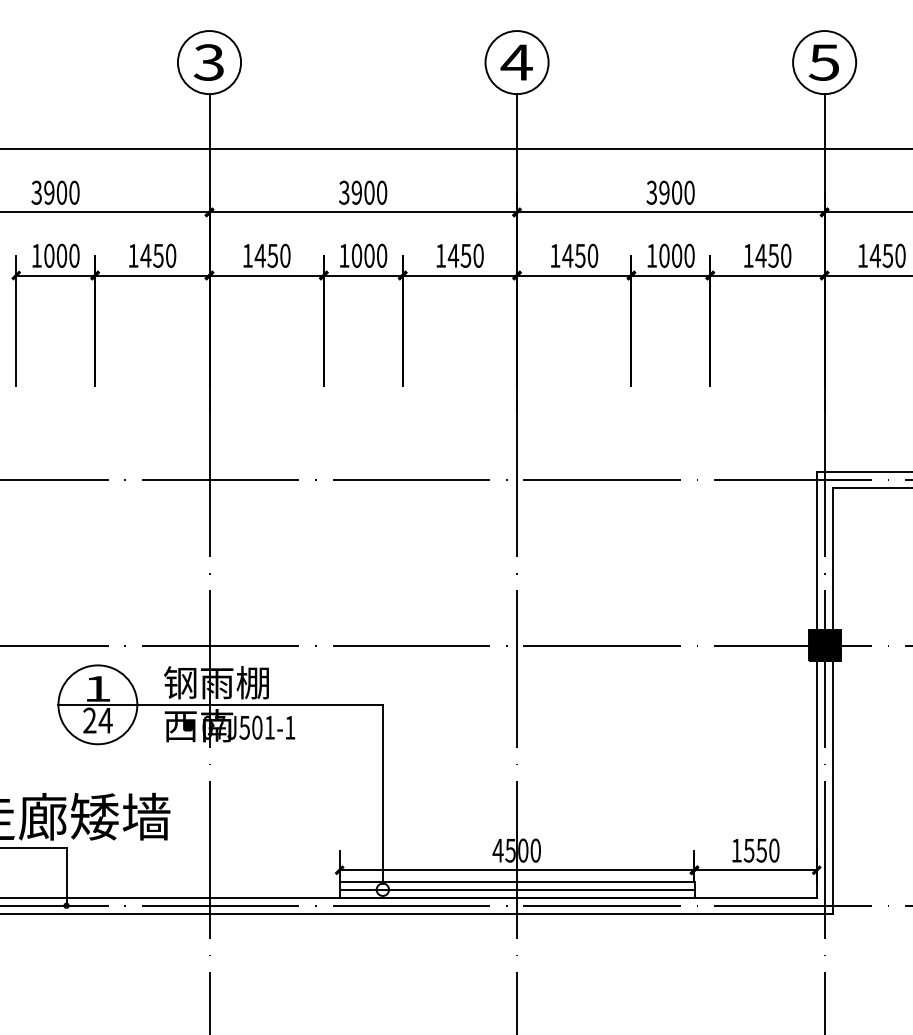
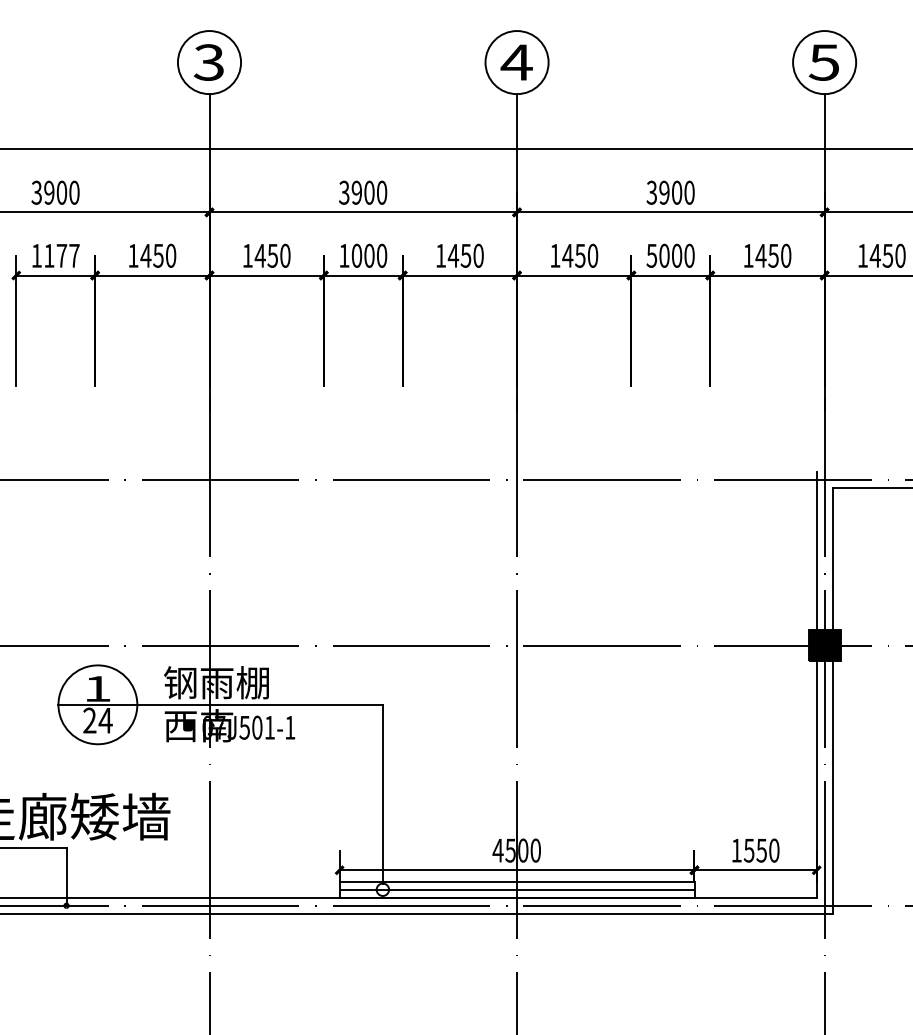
text at (61, 255): 1000 -> 1177
text at (651, 255): 1000 -> 5000
line at (862, 472): present -> none
